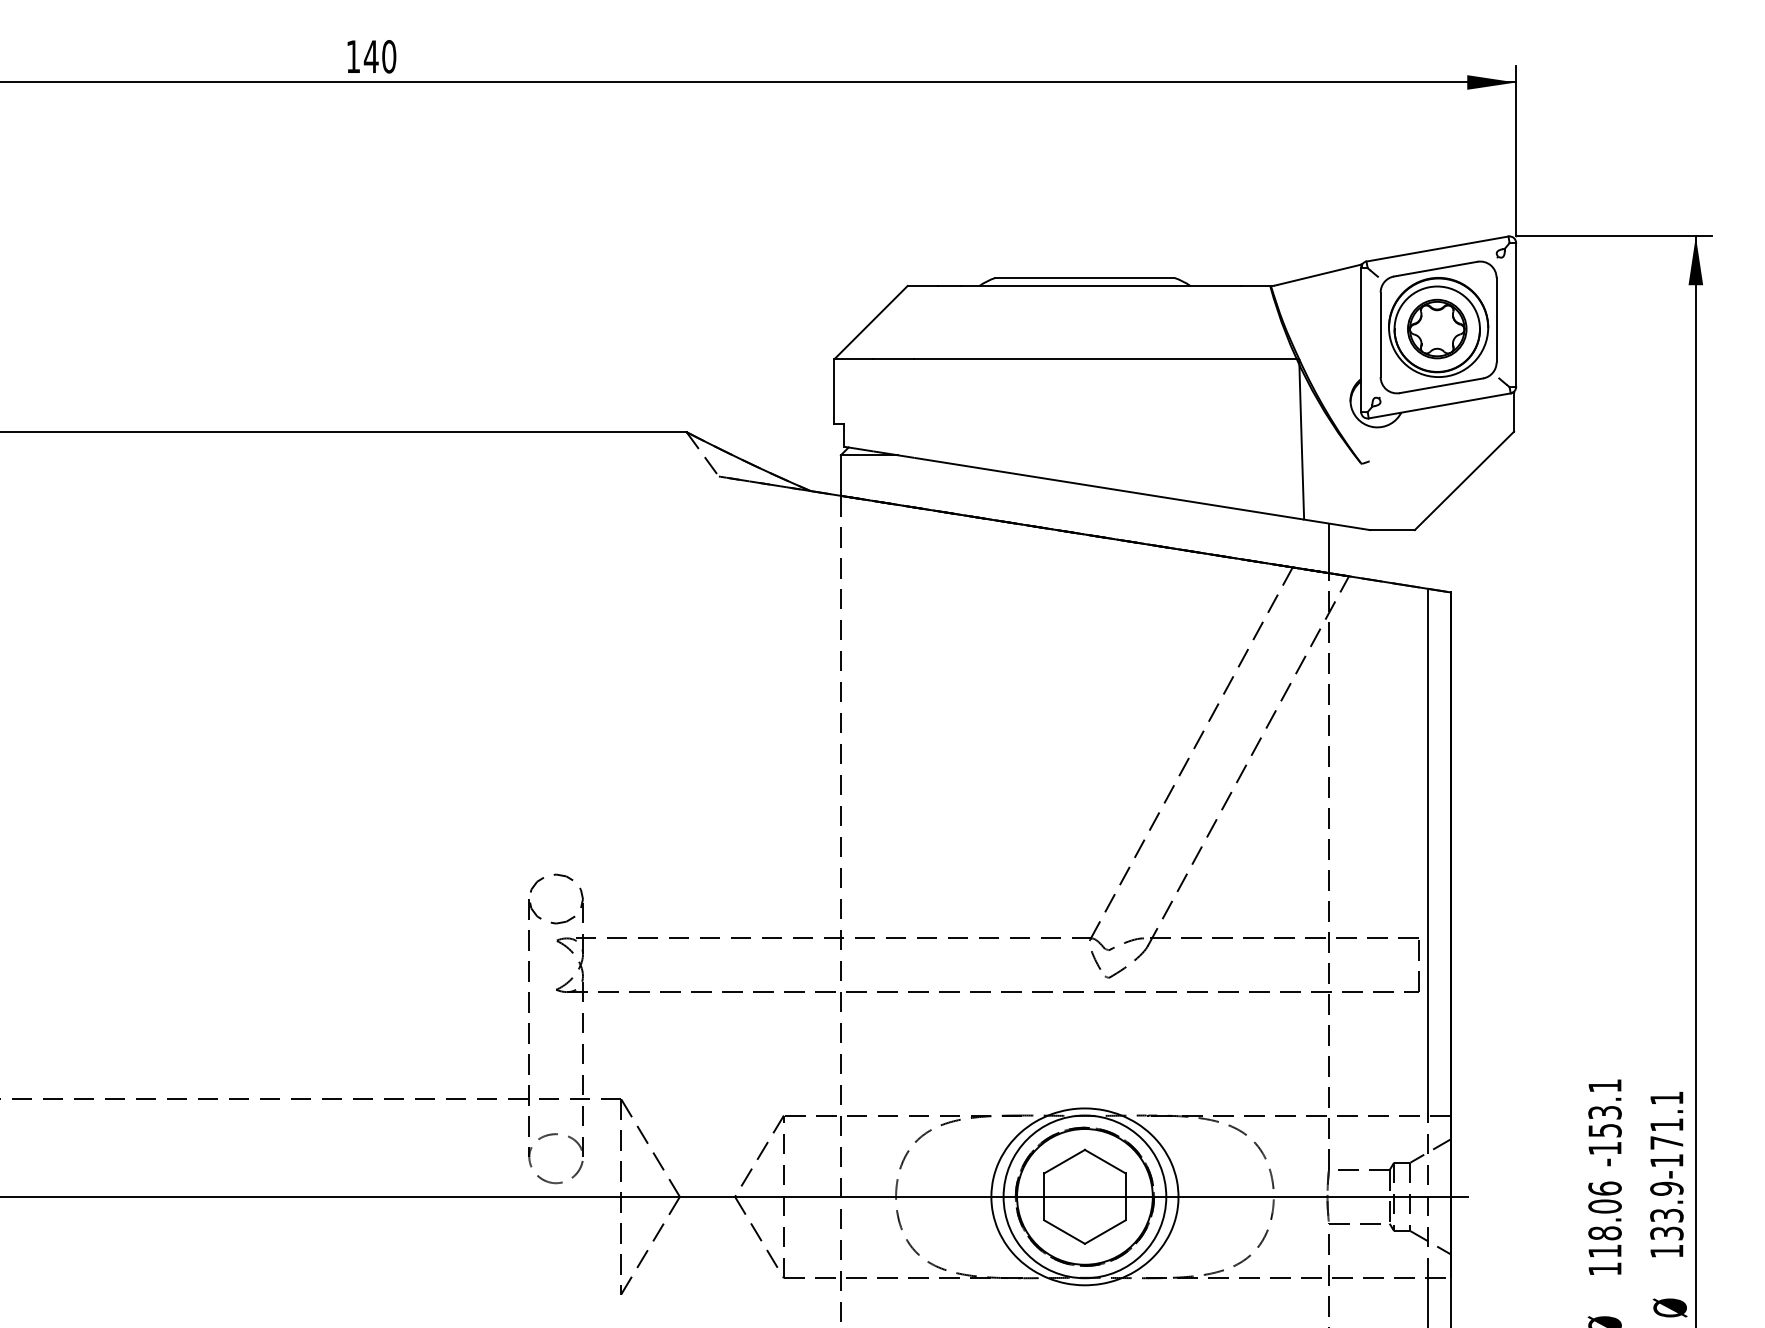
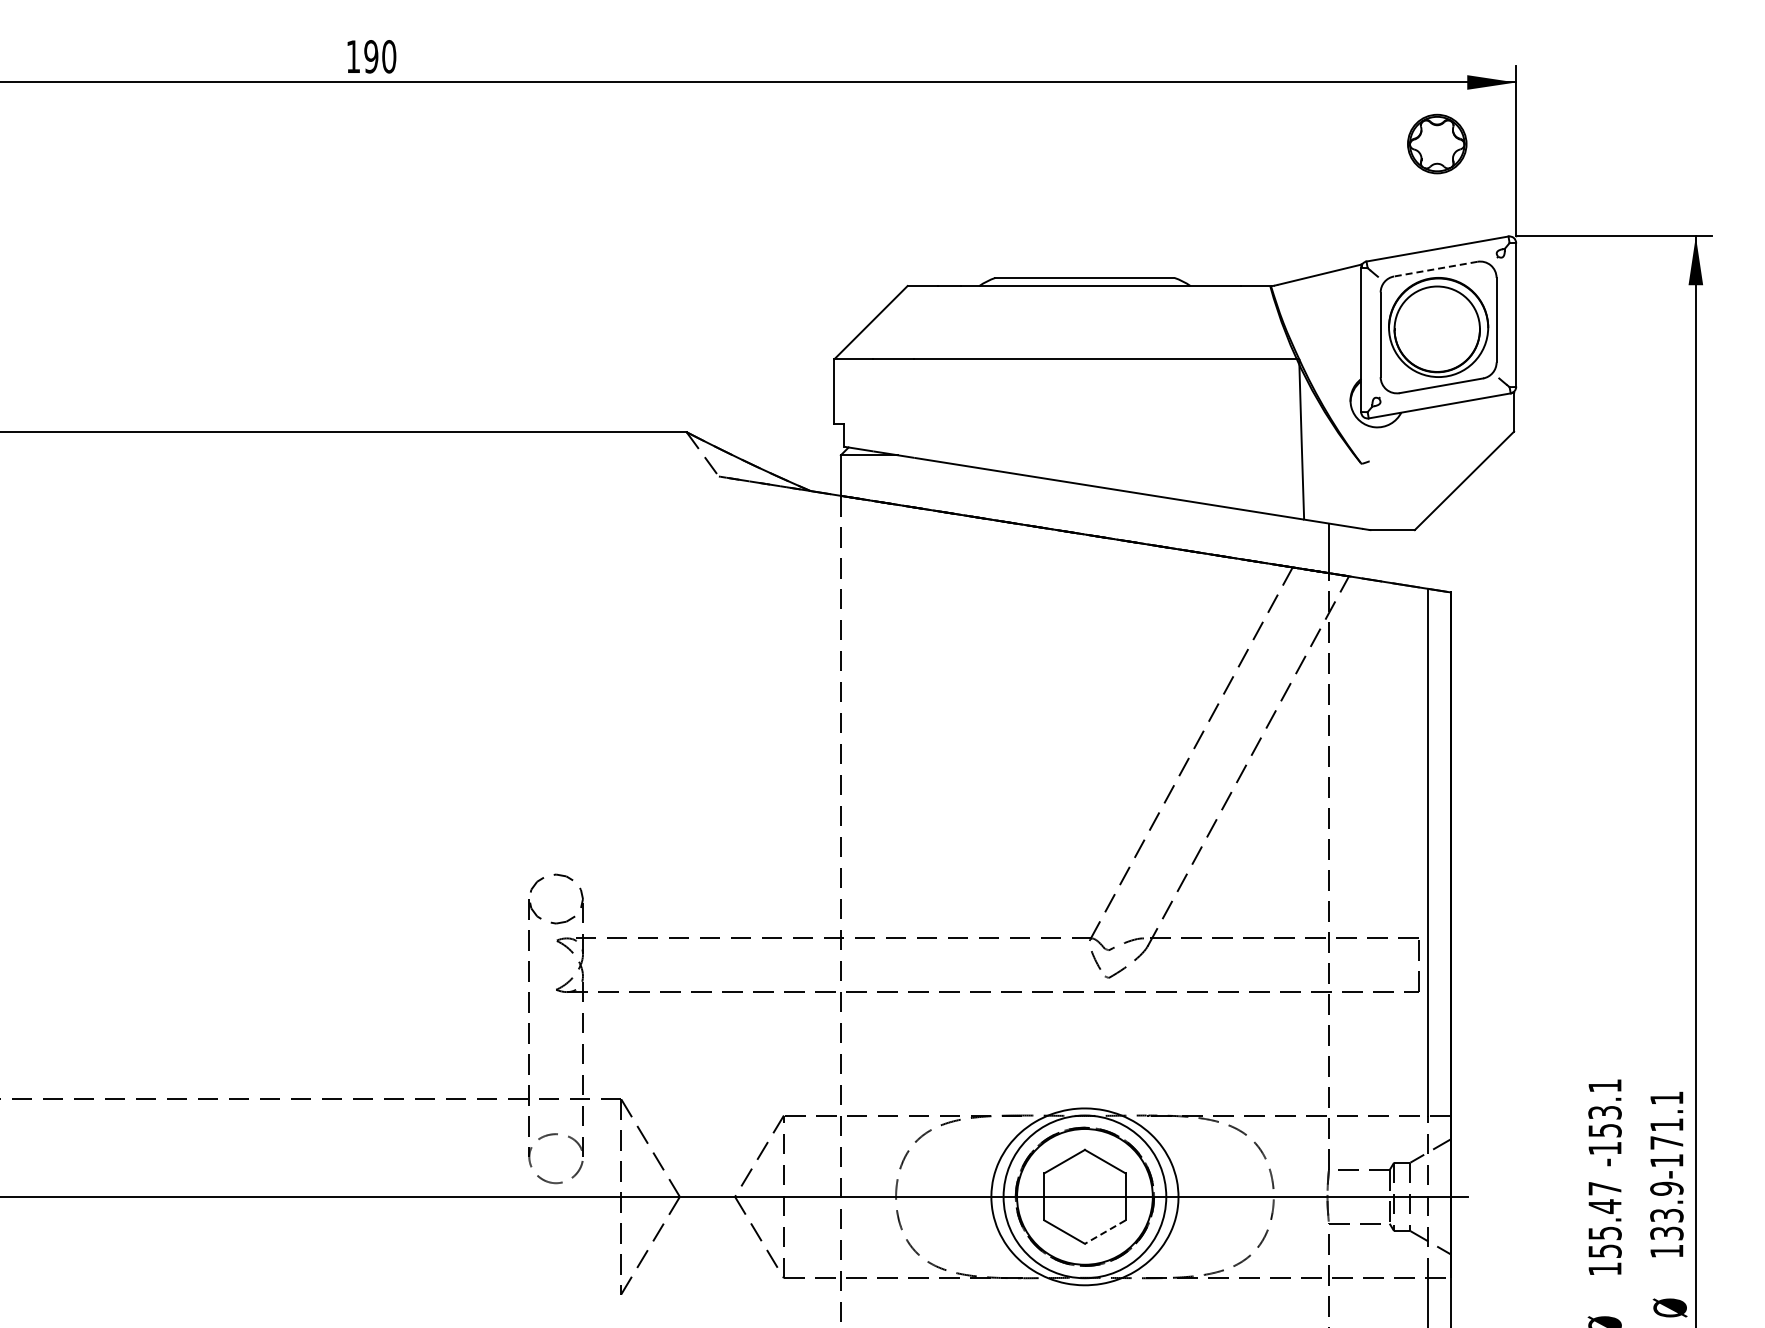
text at (370, 56): 140 -> 190
line at (1435, 269): solid -> dashed
part at (1437, 328) position: (1437, 328) -> (1437, 143)
text at (1604, 1219): 118.06 -> 155.47
line at (1104, 1232): solid -> dashed
